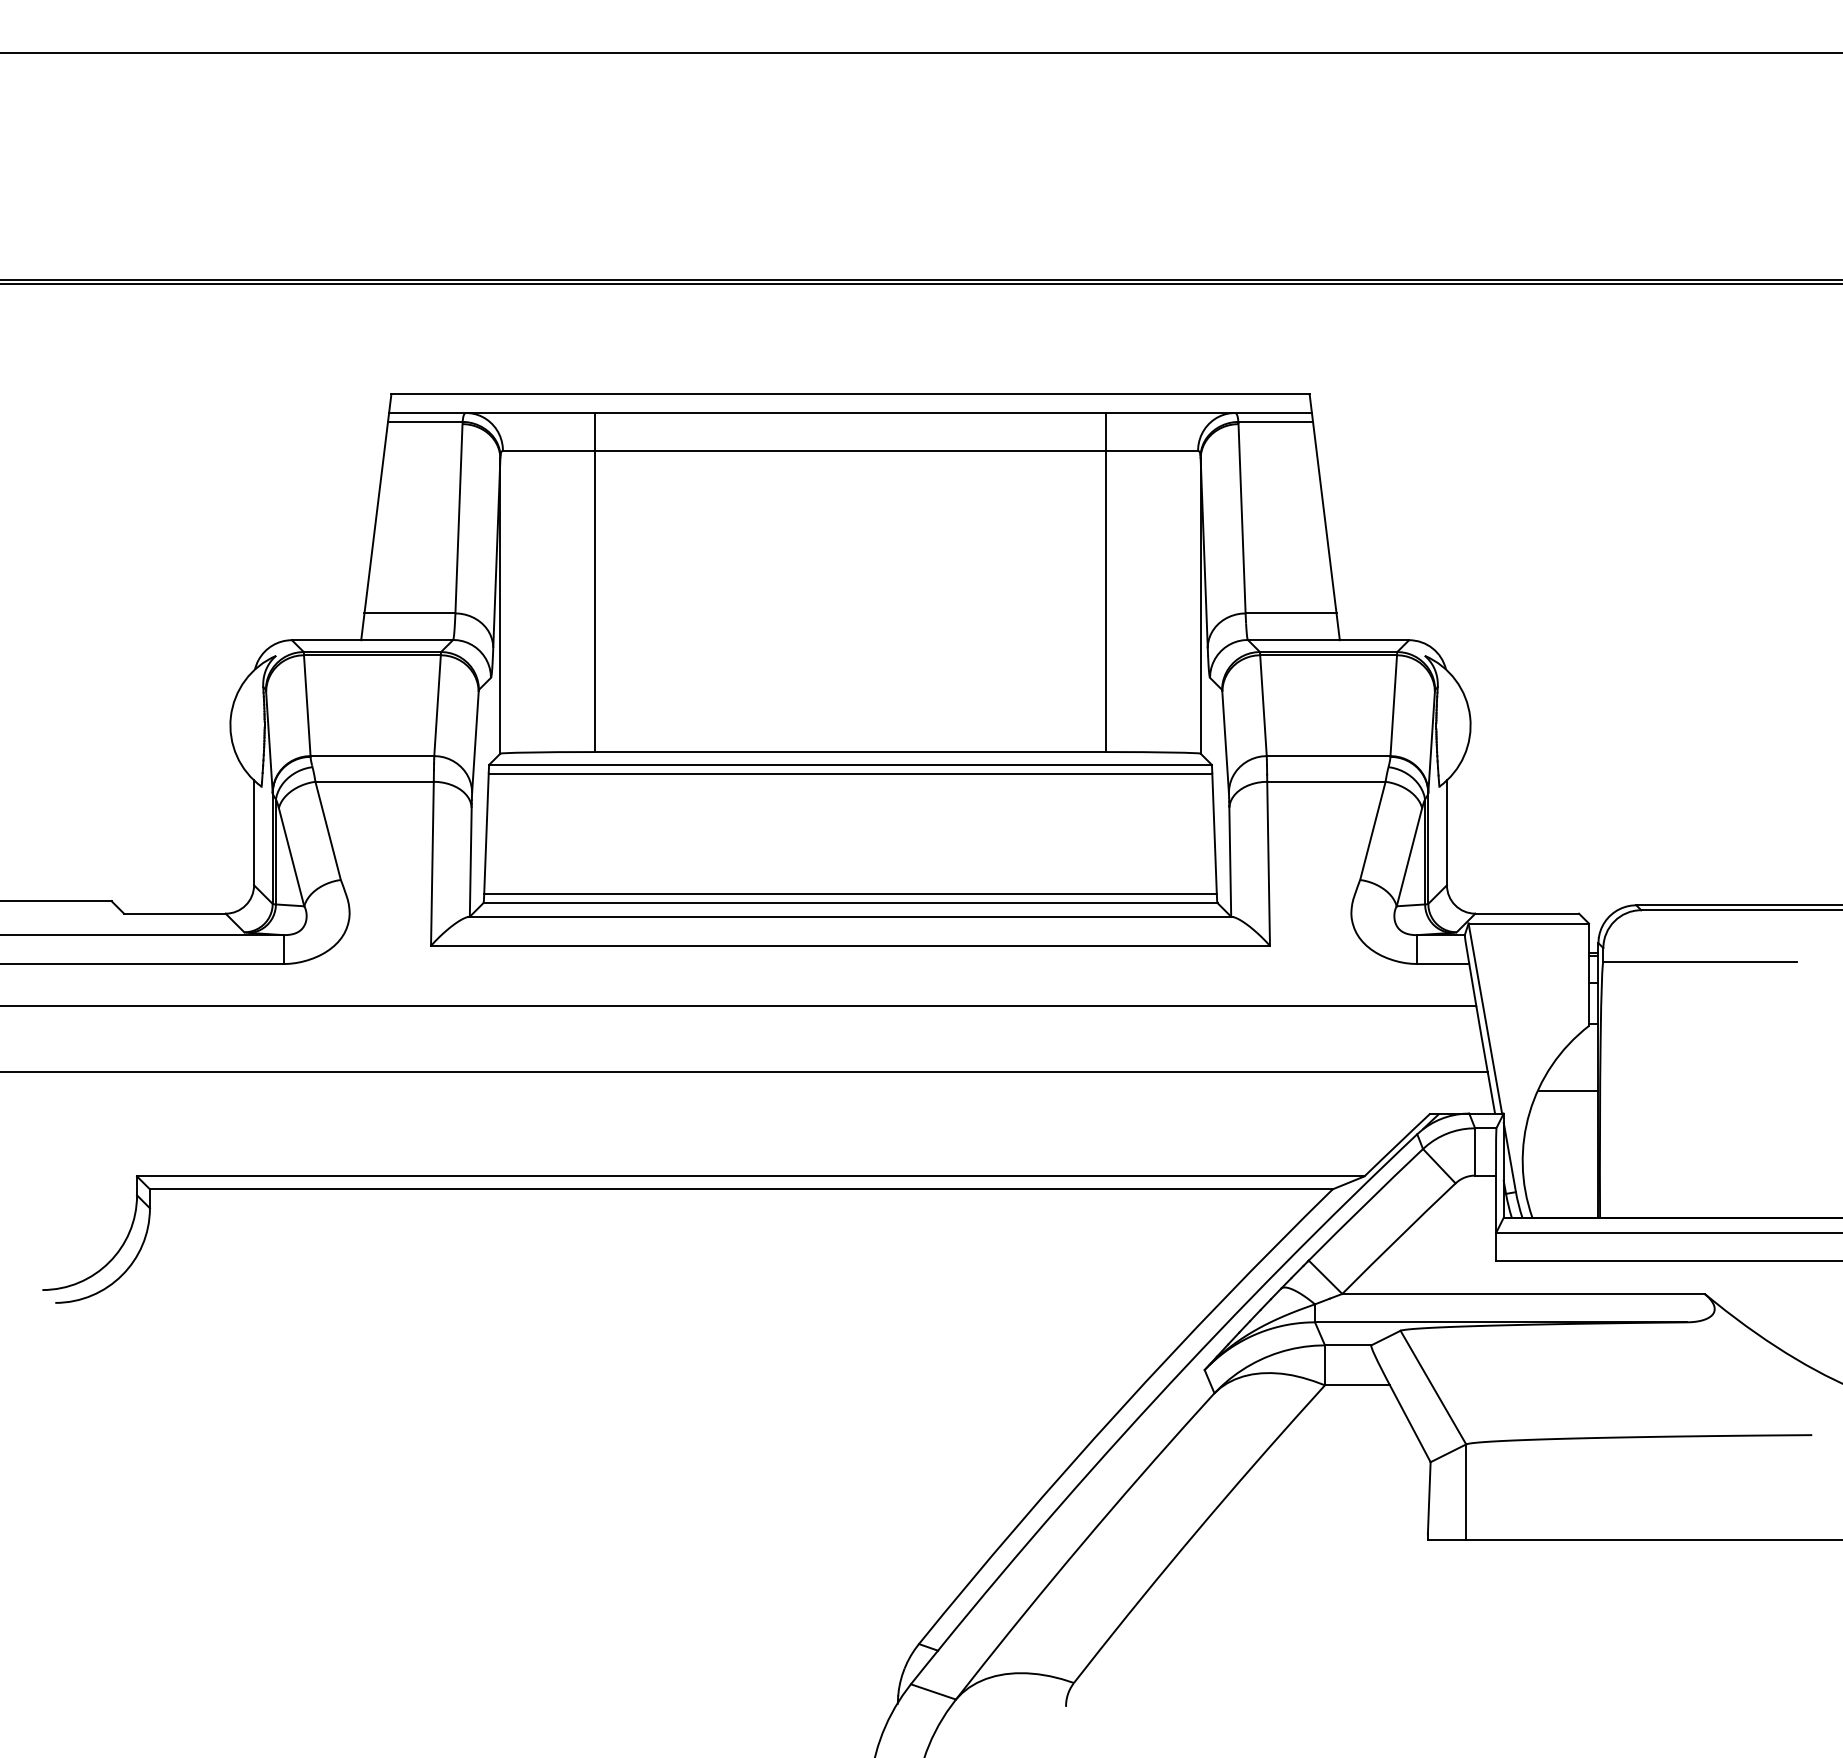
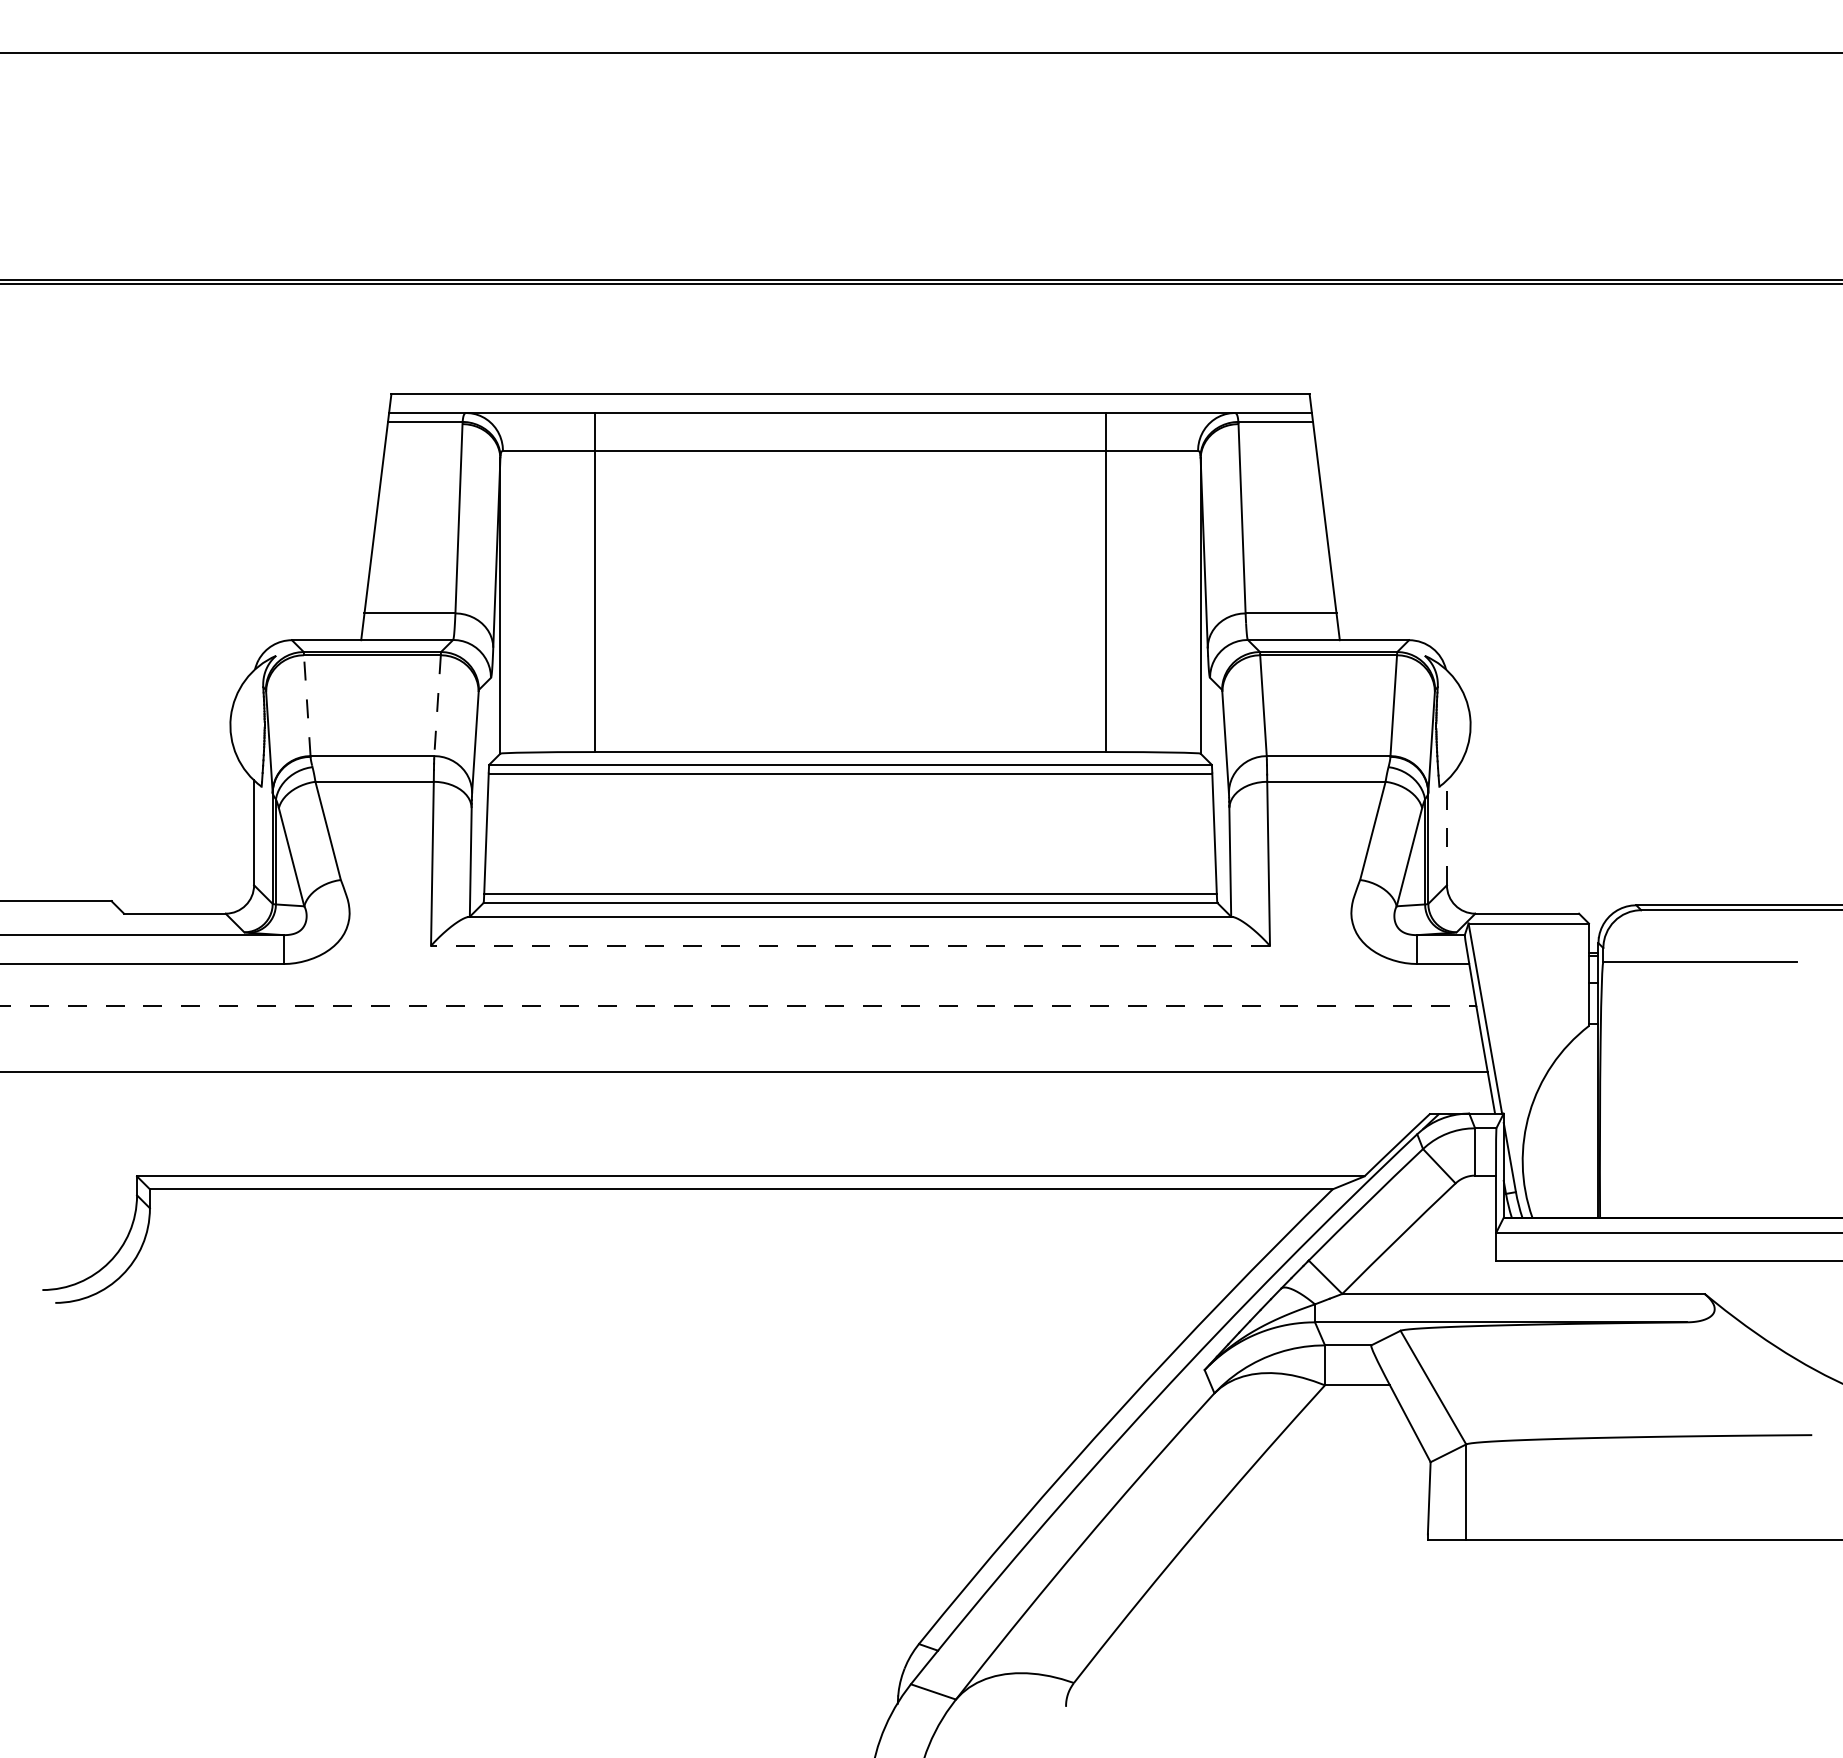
line at (307, 705): solid -> dashed
line at (437, 705): solid -> dashed
line at (1446, 832): solid -> dashed
line at (850, 945): solid -> dashed
line at (738, 1006): solid -> dashed
line at (1568, 1090): present -> none
